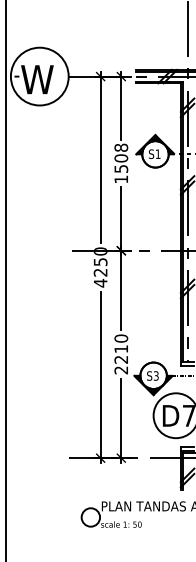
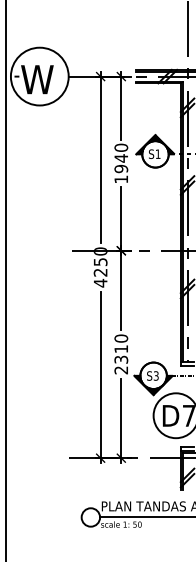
text at (121, 158): 1508 -> 1940
text at (121, 359): 2210 -> 2310
line at (146, 517): none -> present
